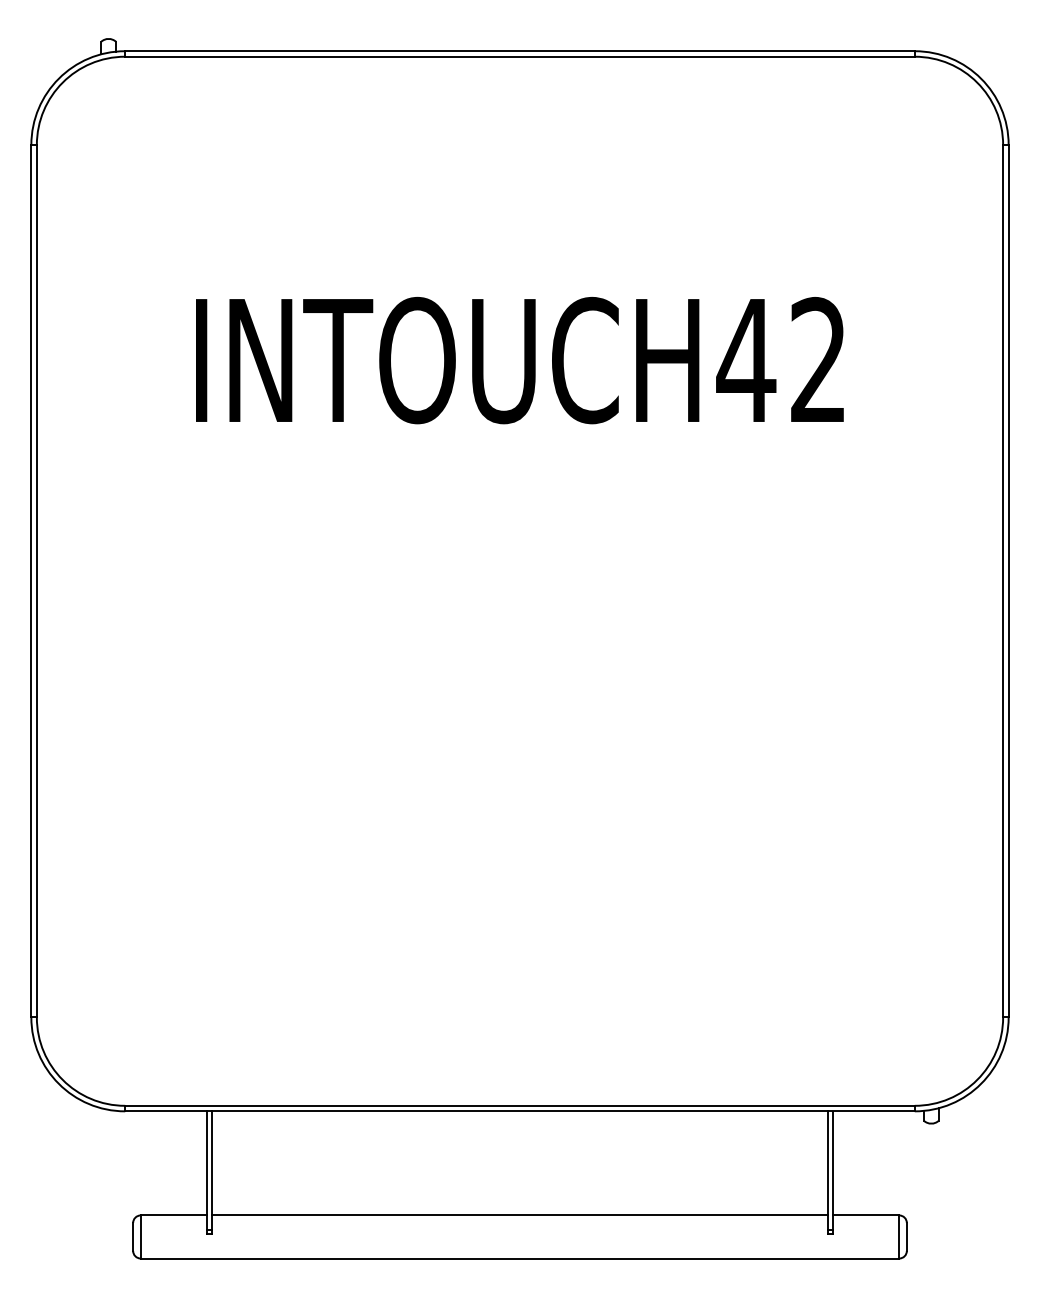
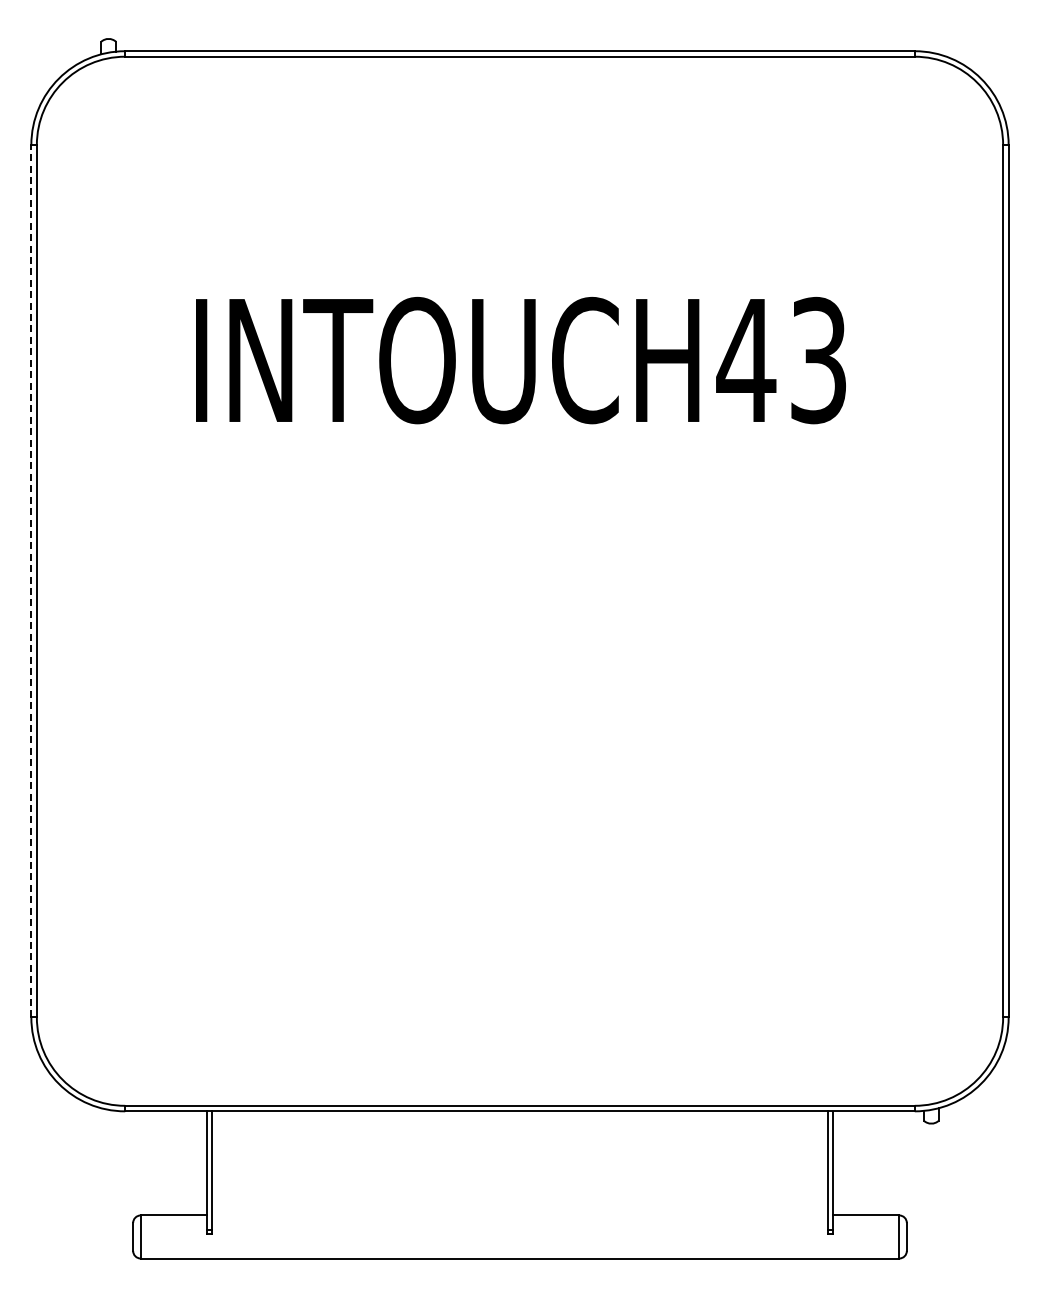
text at (818, 360): INTOUCH42 -> INTOUCH43
line at (31, 580): solid -> dashed
line at (519, 1214): present -> none
